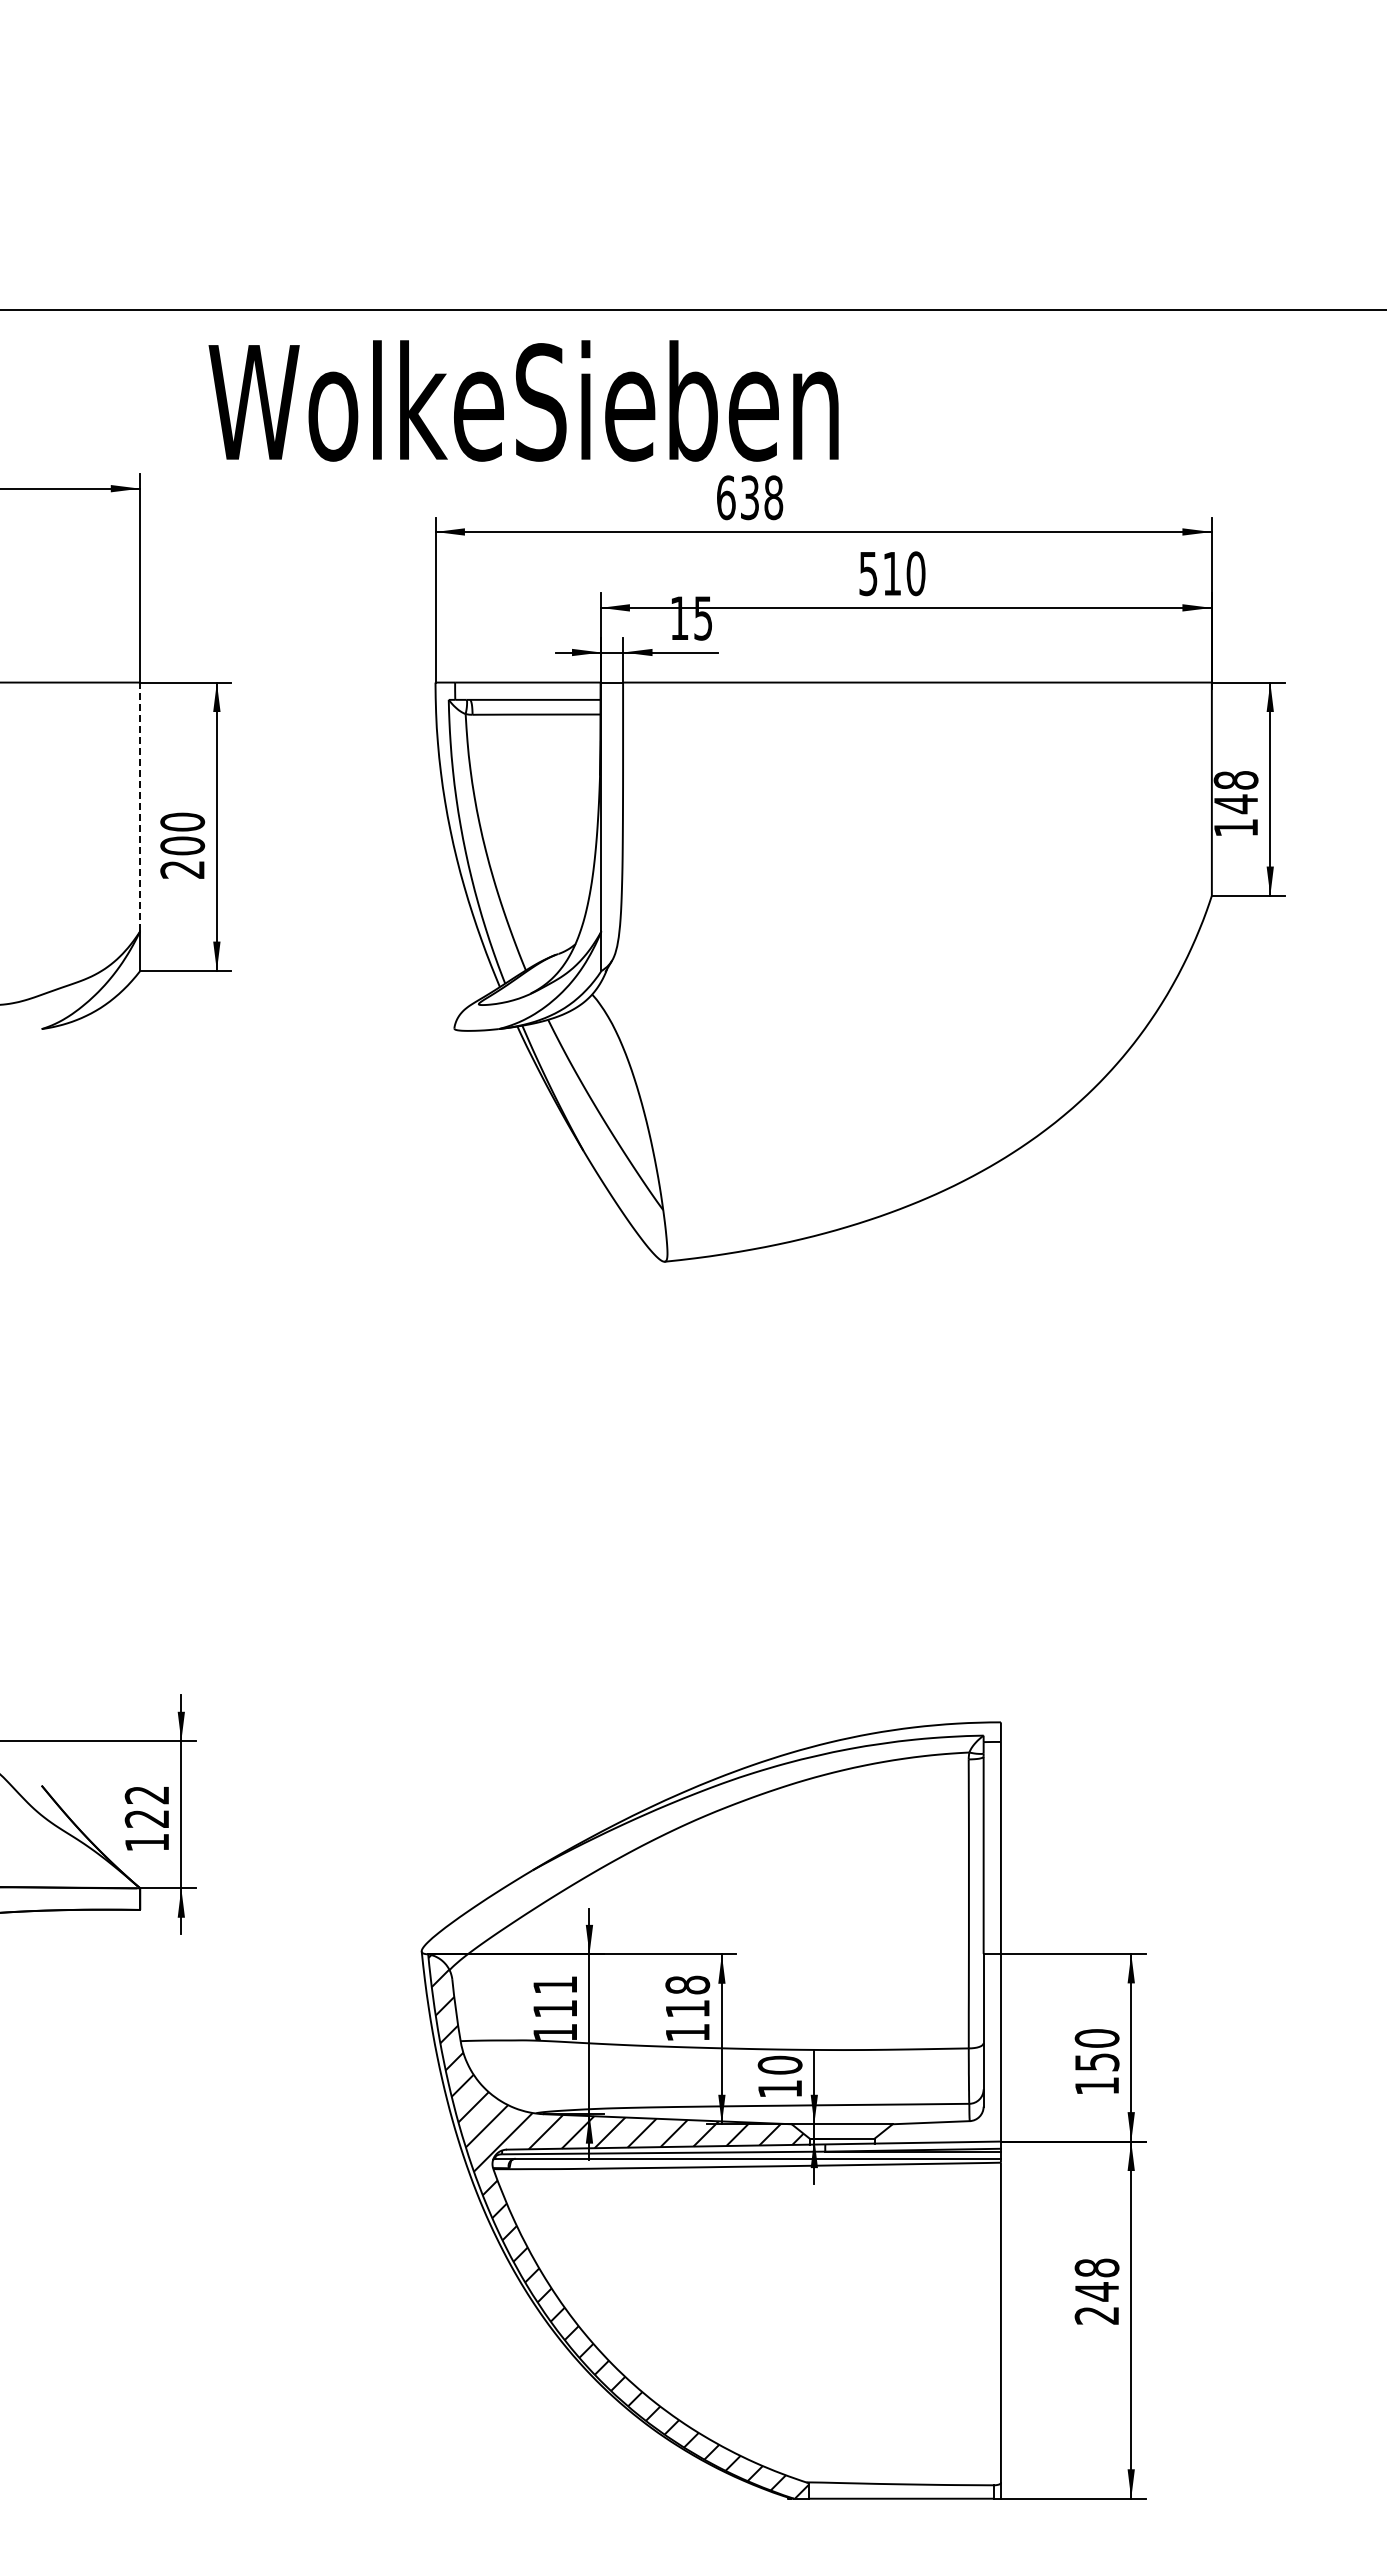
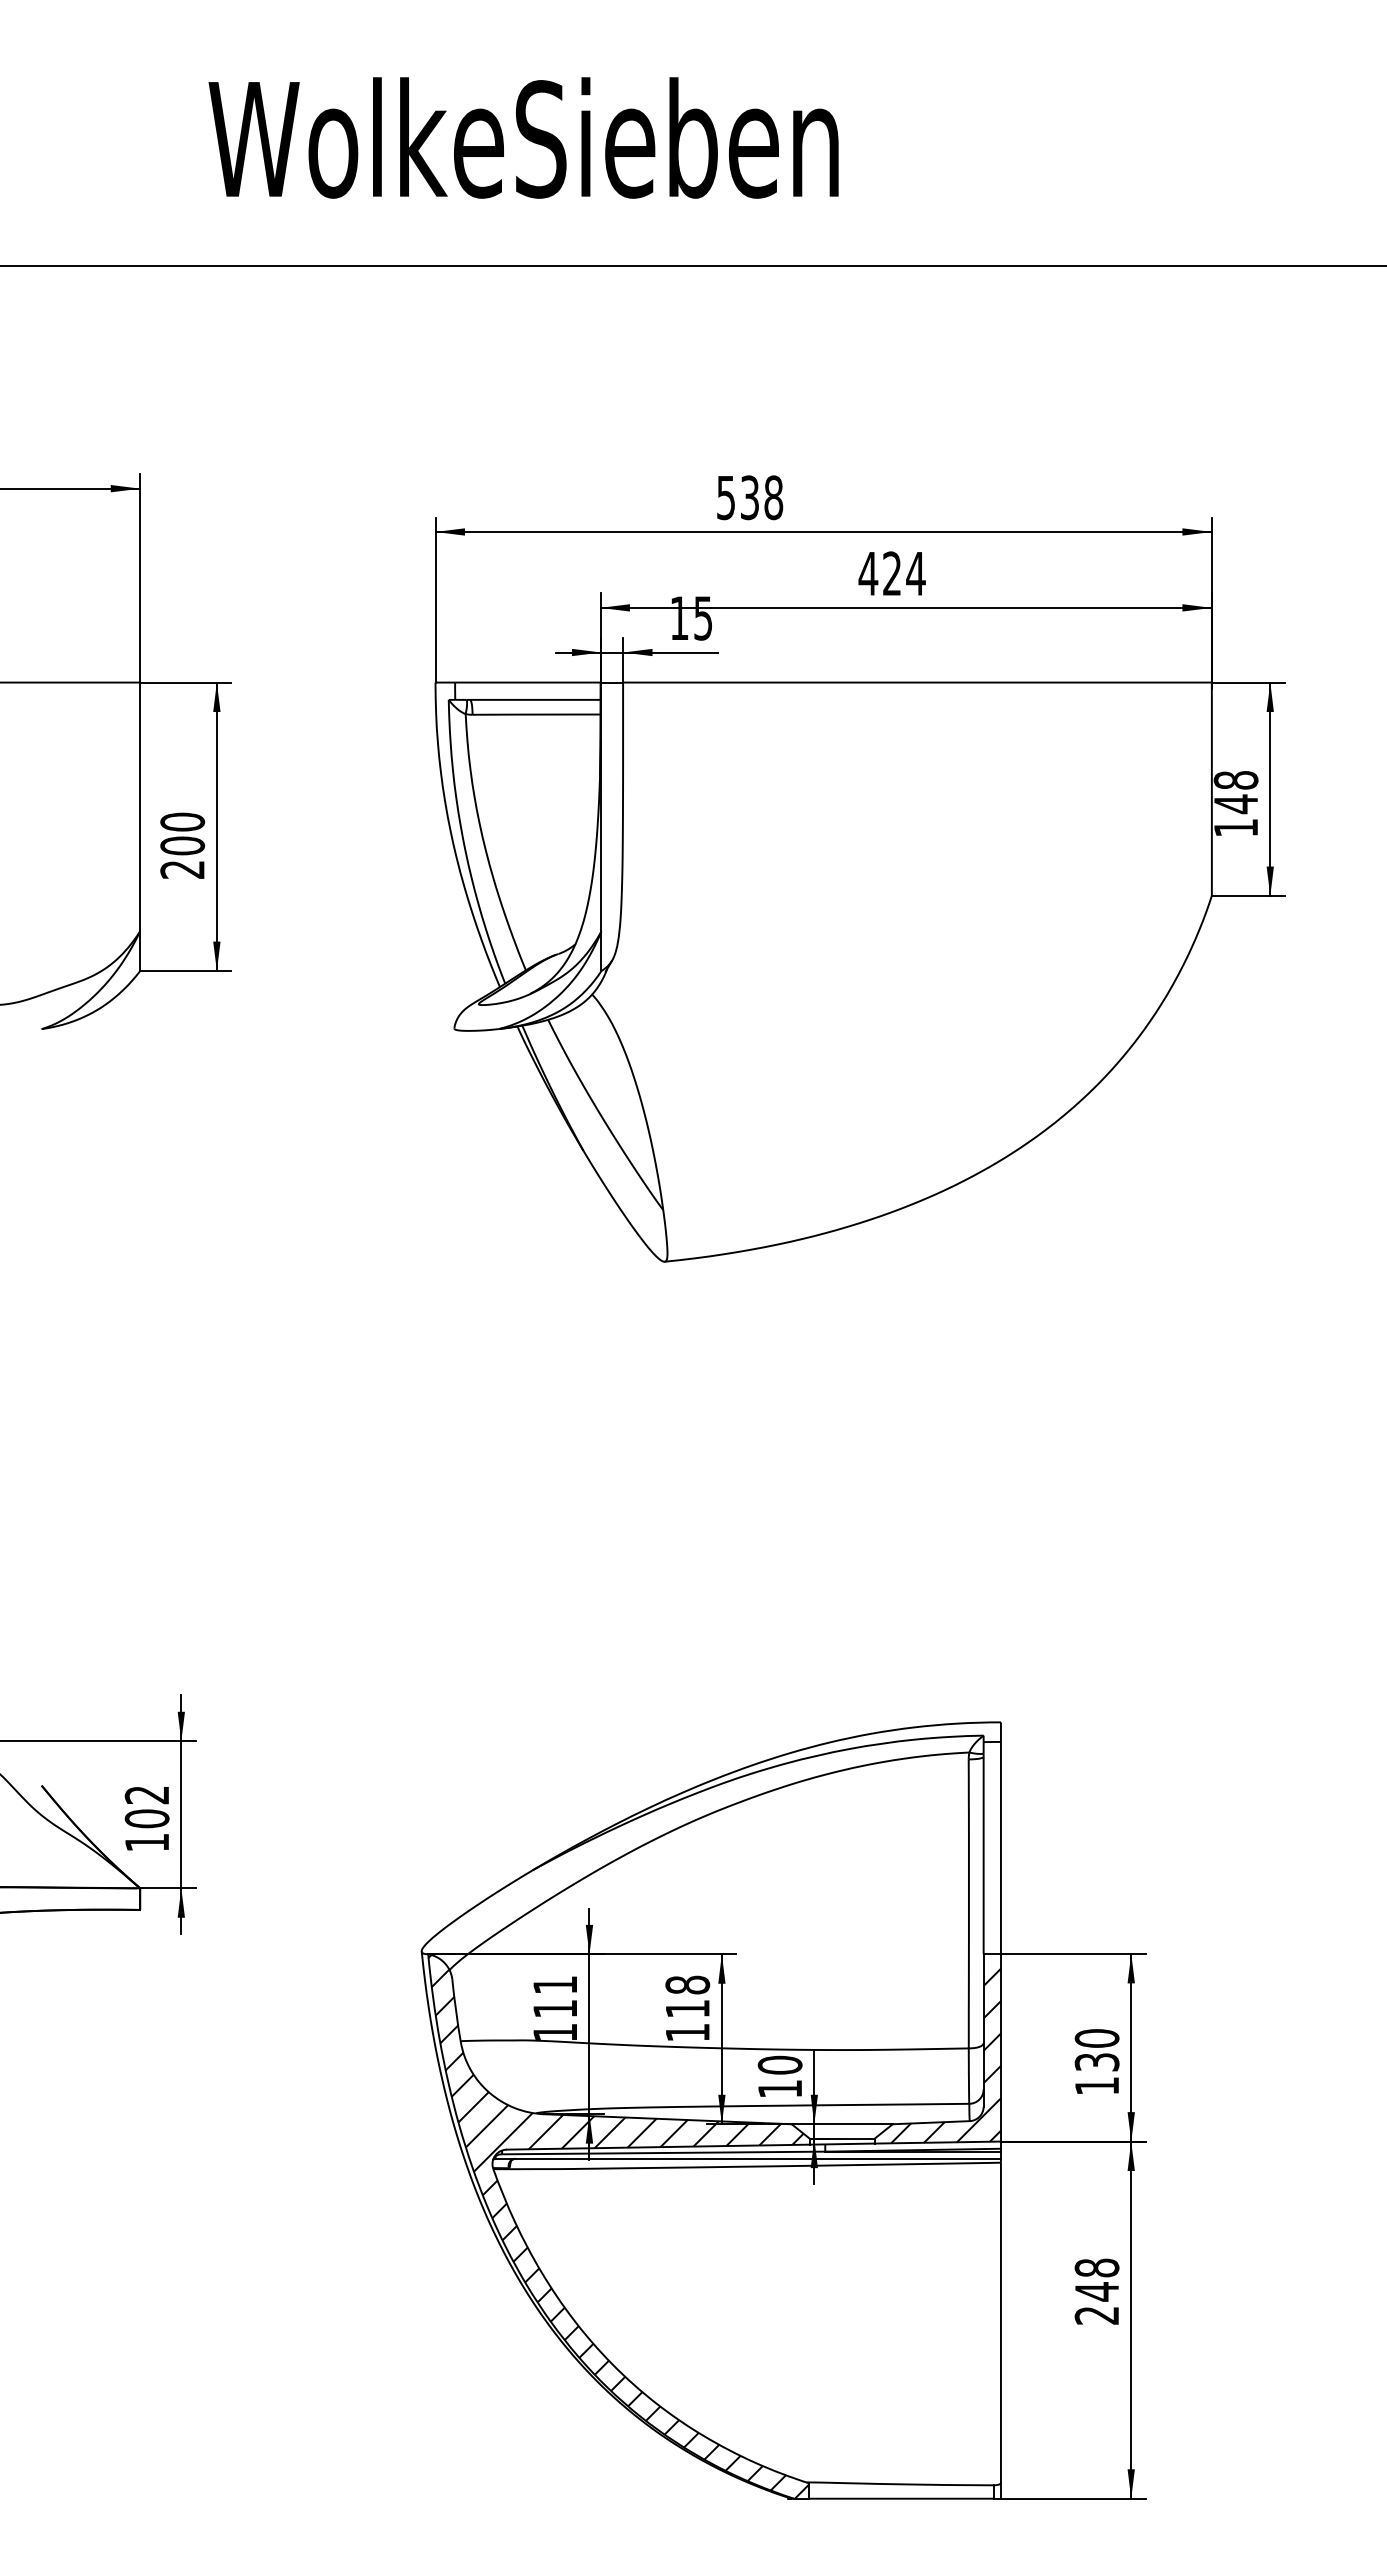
line at (692, 310) position: (692, 310) -> (692, 266)
text at (523, 400) position: (523, 400) -> (523, 137)
text at (726, 497): 638 -> 538
text at (891, 573): 510 -> 424
line at (140, 806): dashed -> solid
text at (146, 1818): 122 -> 102
hatch at (945, 2055): none -> present
text at (1096, 2061): 150 -> 130
